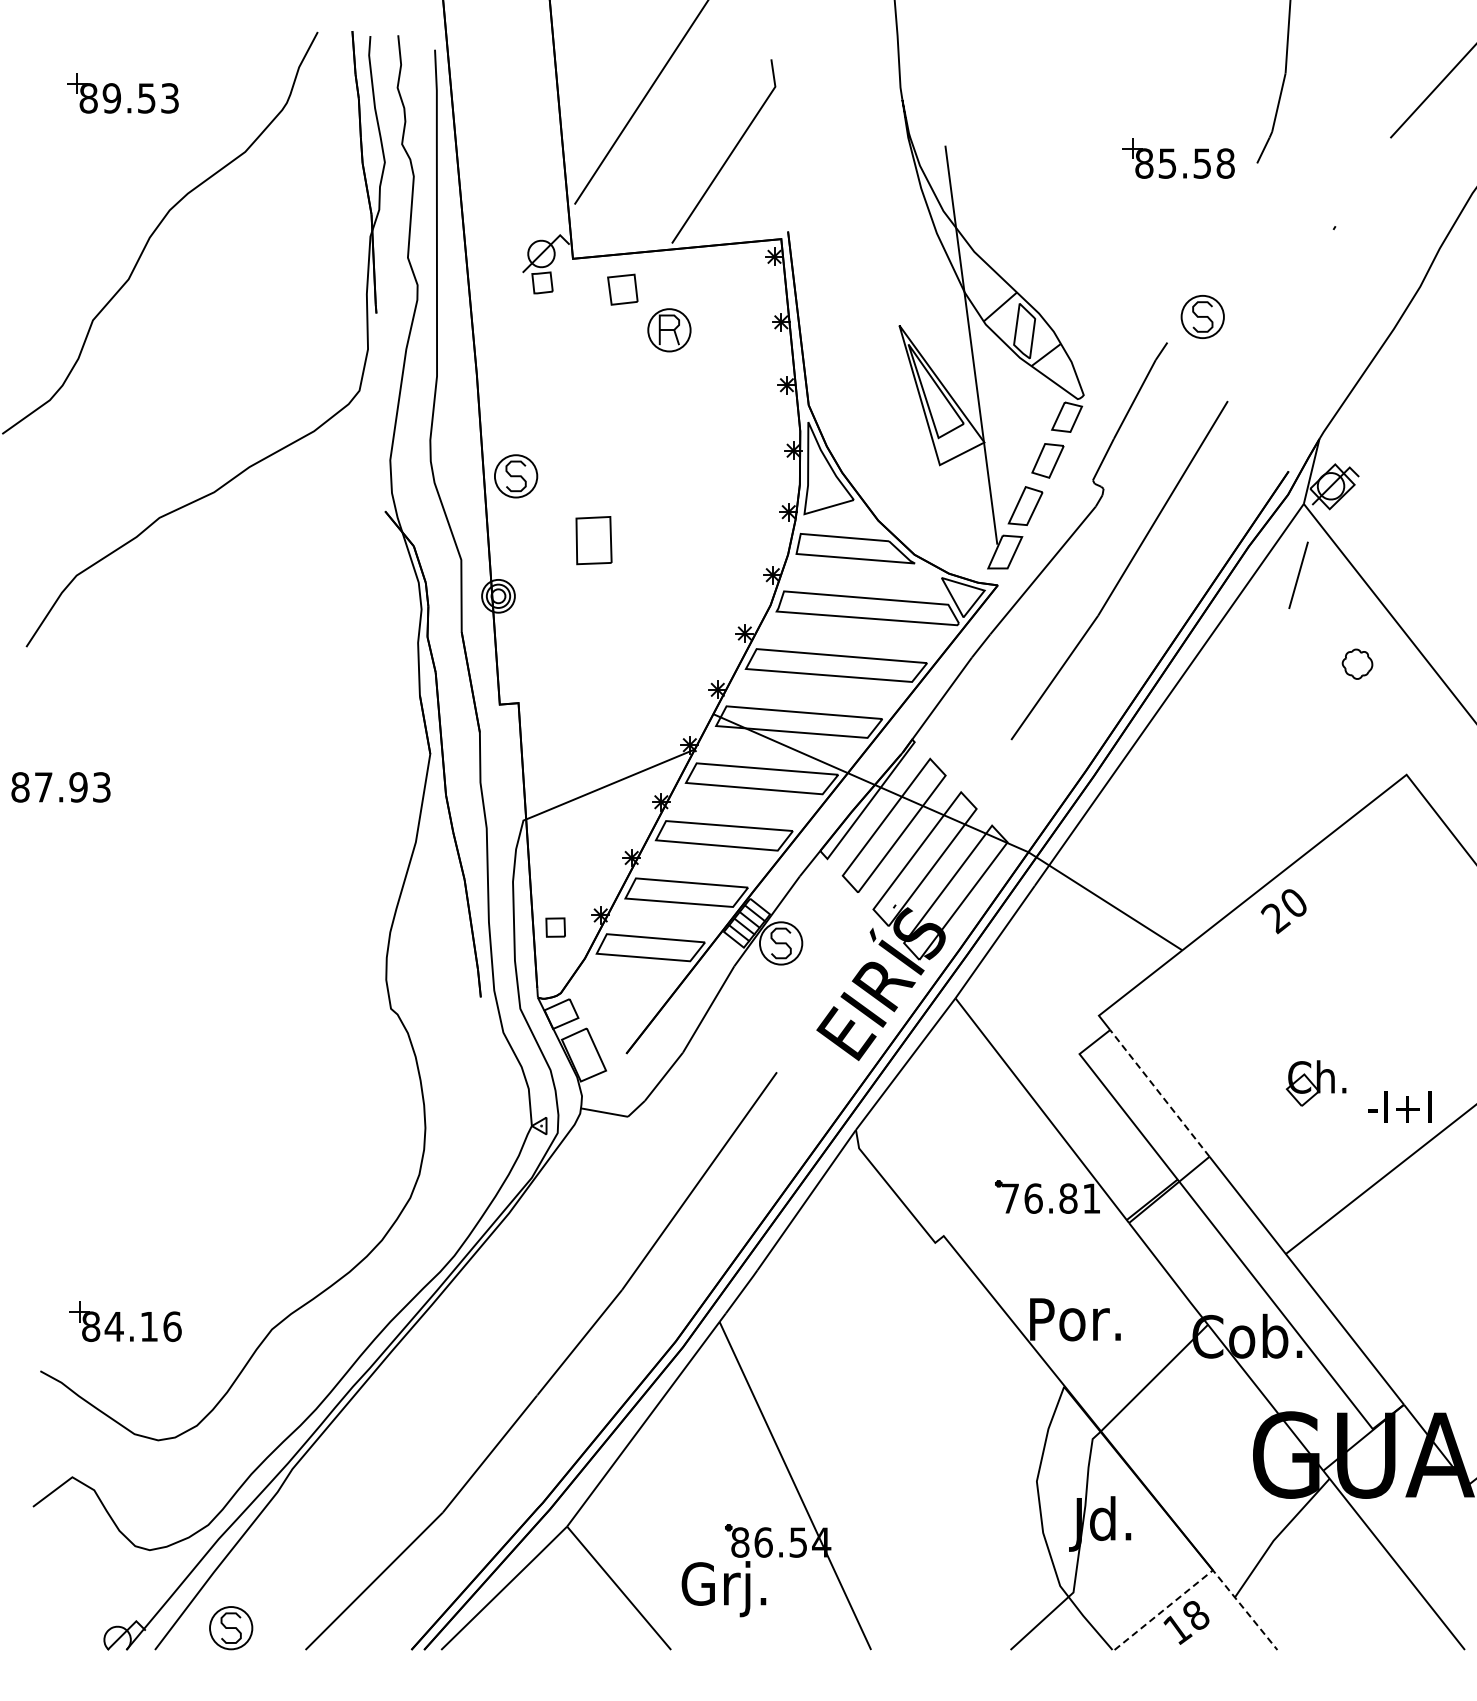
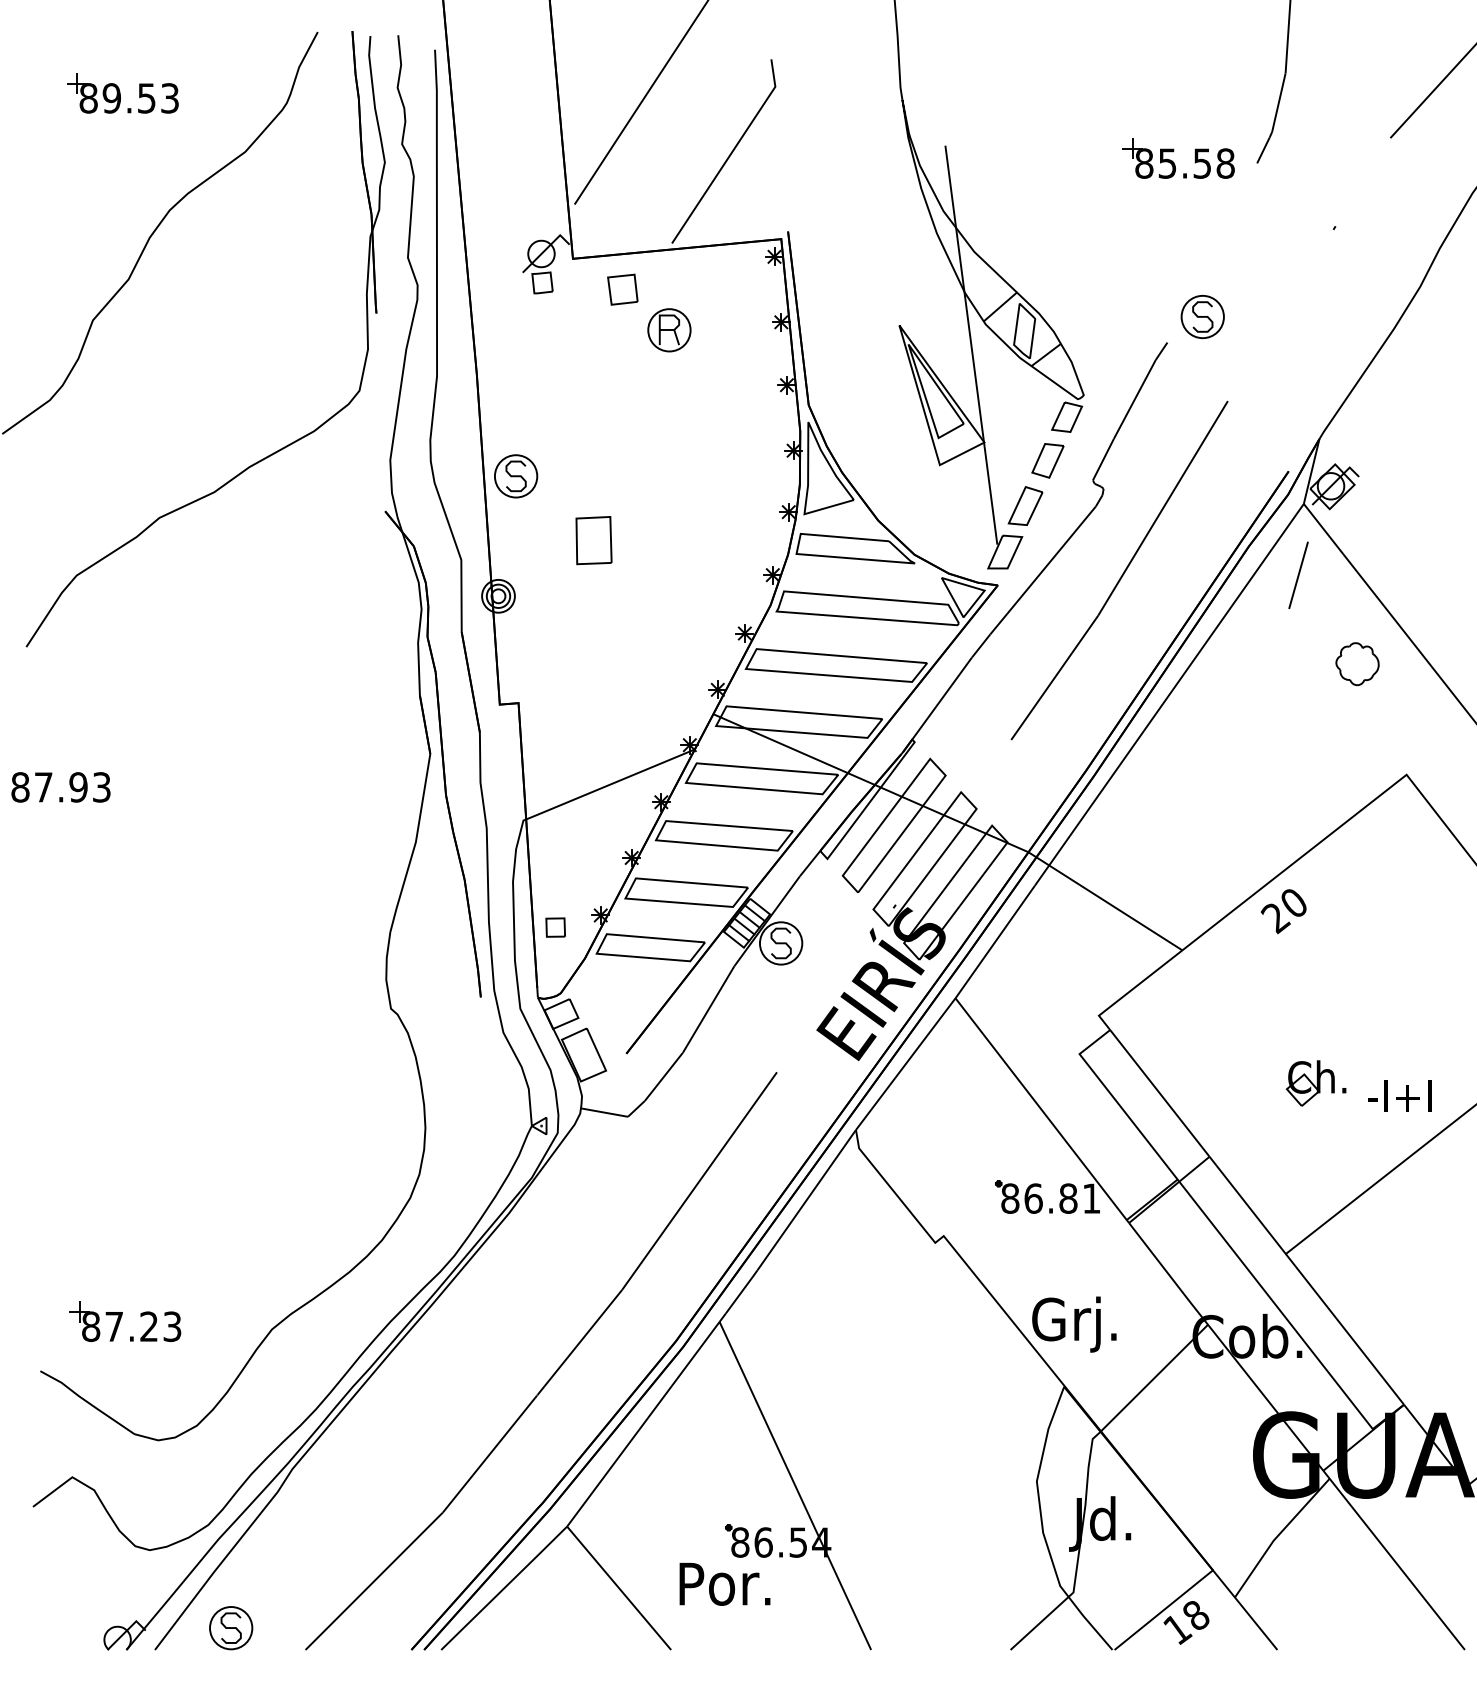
part at (1357, 663) size: 33x32 px -> 45x45 px
line at (1159, 1093): dashed -> solid
text at (1399, 1106) position: (1399, 1106) -> (1399, 1095)
text at (1010, 1198): 76.81 -> 86.81
text at (1075, 1324): Por. -> Grj.
text at (142, 1326): 84.16 -> 87.23
line at (1204, 1577): dashed -> solid
text at (724, 1589): Grj. -> Por.
